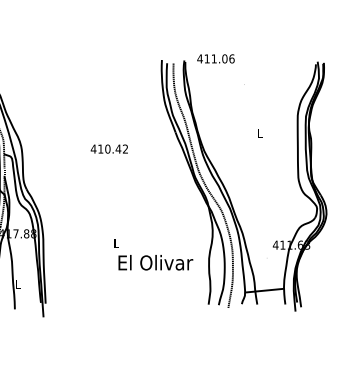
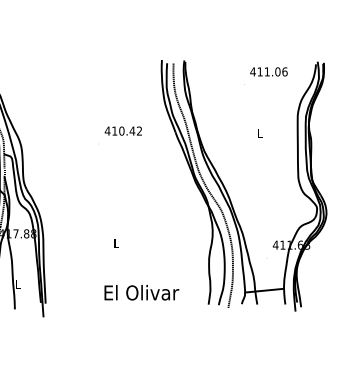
text at (215, 58) position: (215, 58) -> (268, 71)
text at (108, 148) position: (108, 148) -> (122, 130)
text at (155, 262) position: (155, 262) -> (141, 292)
